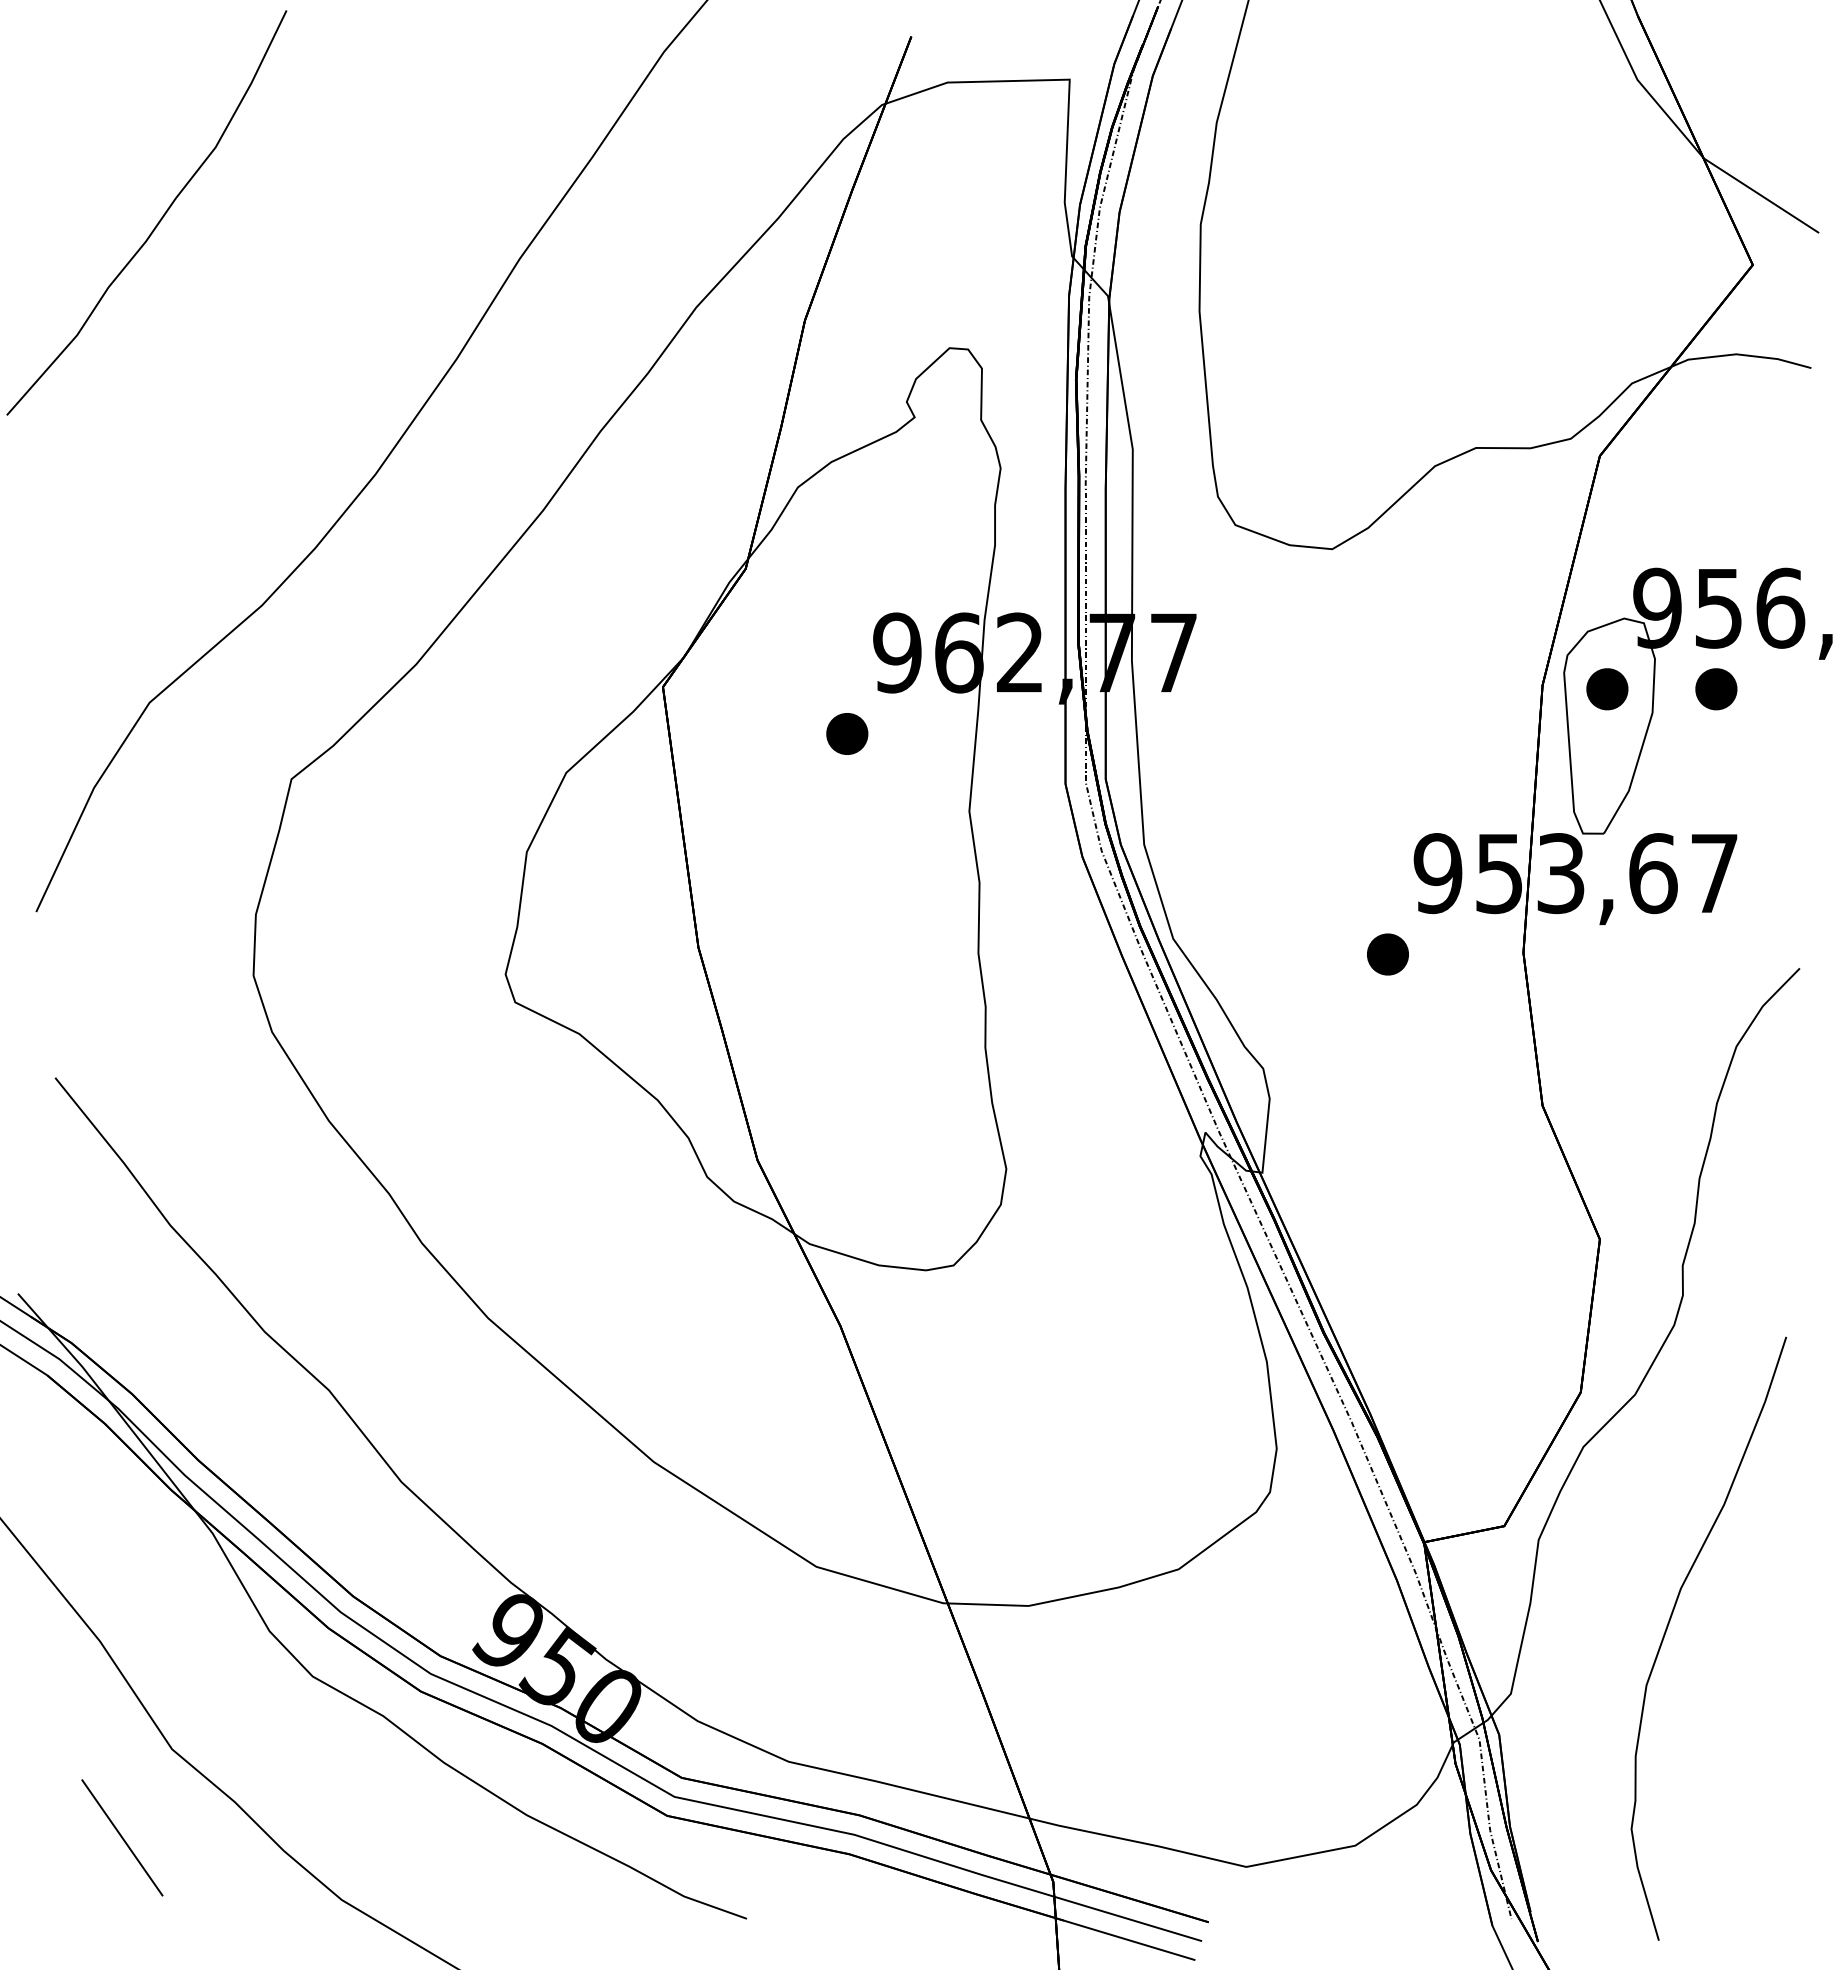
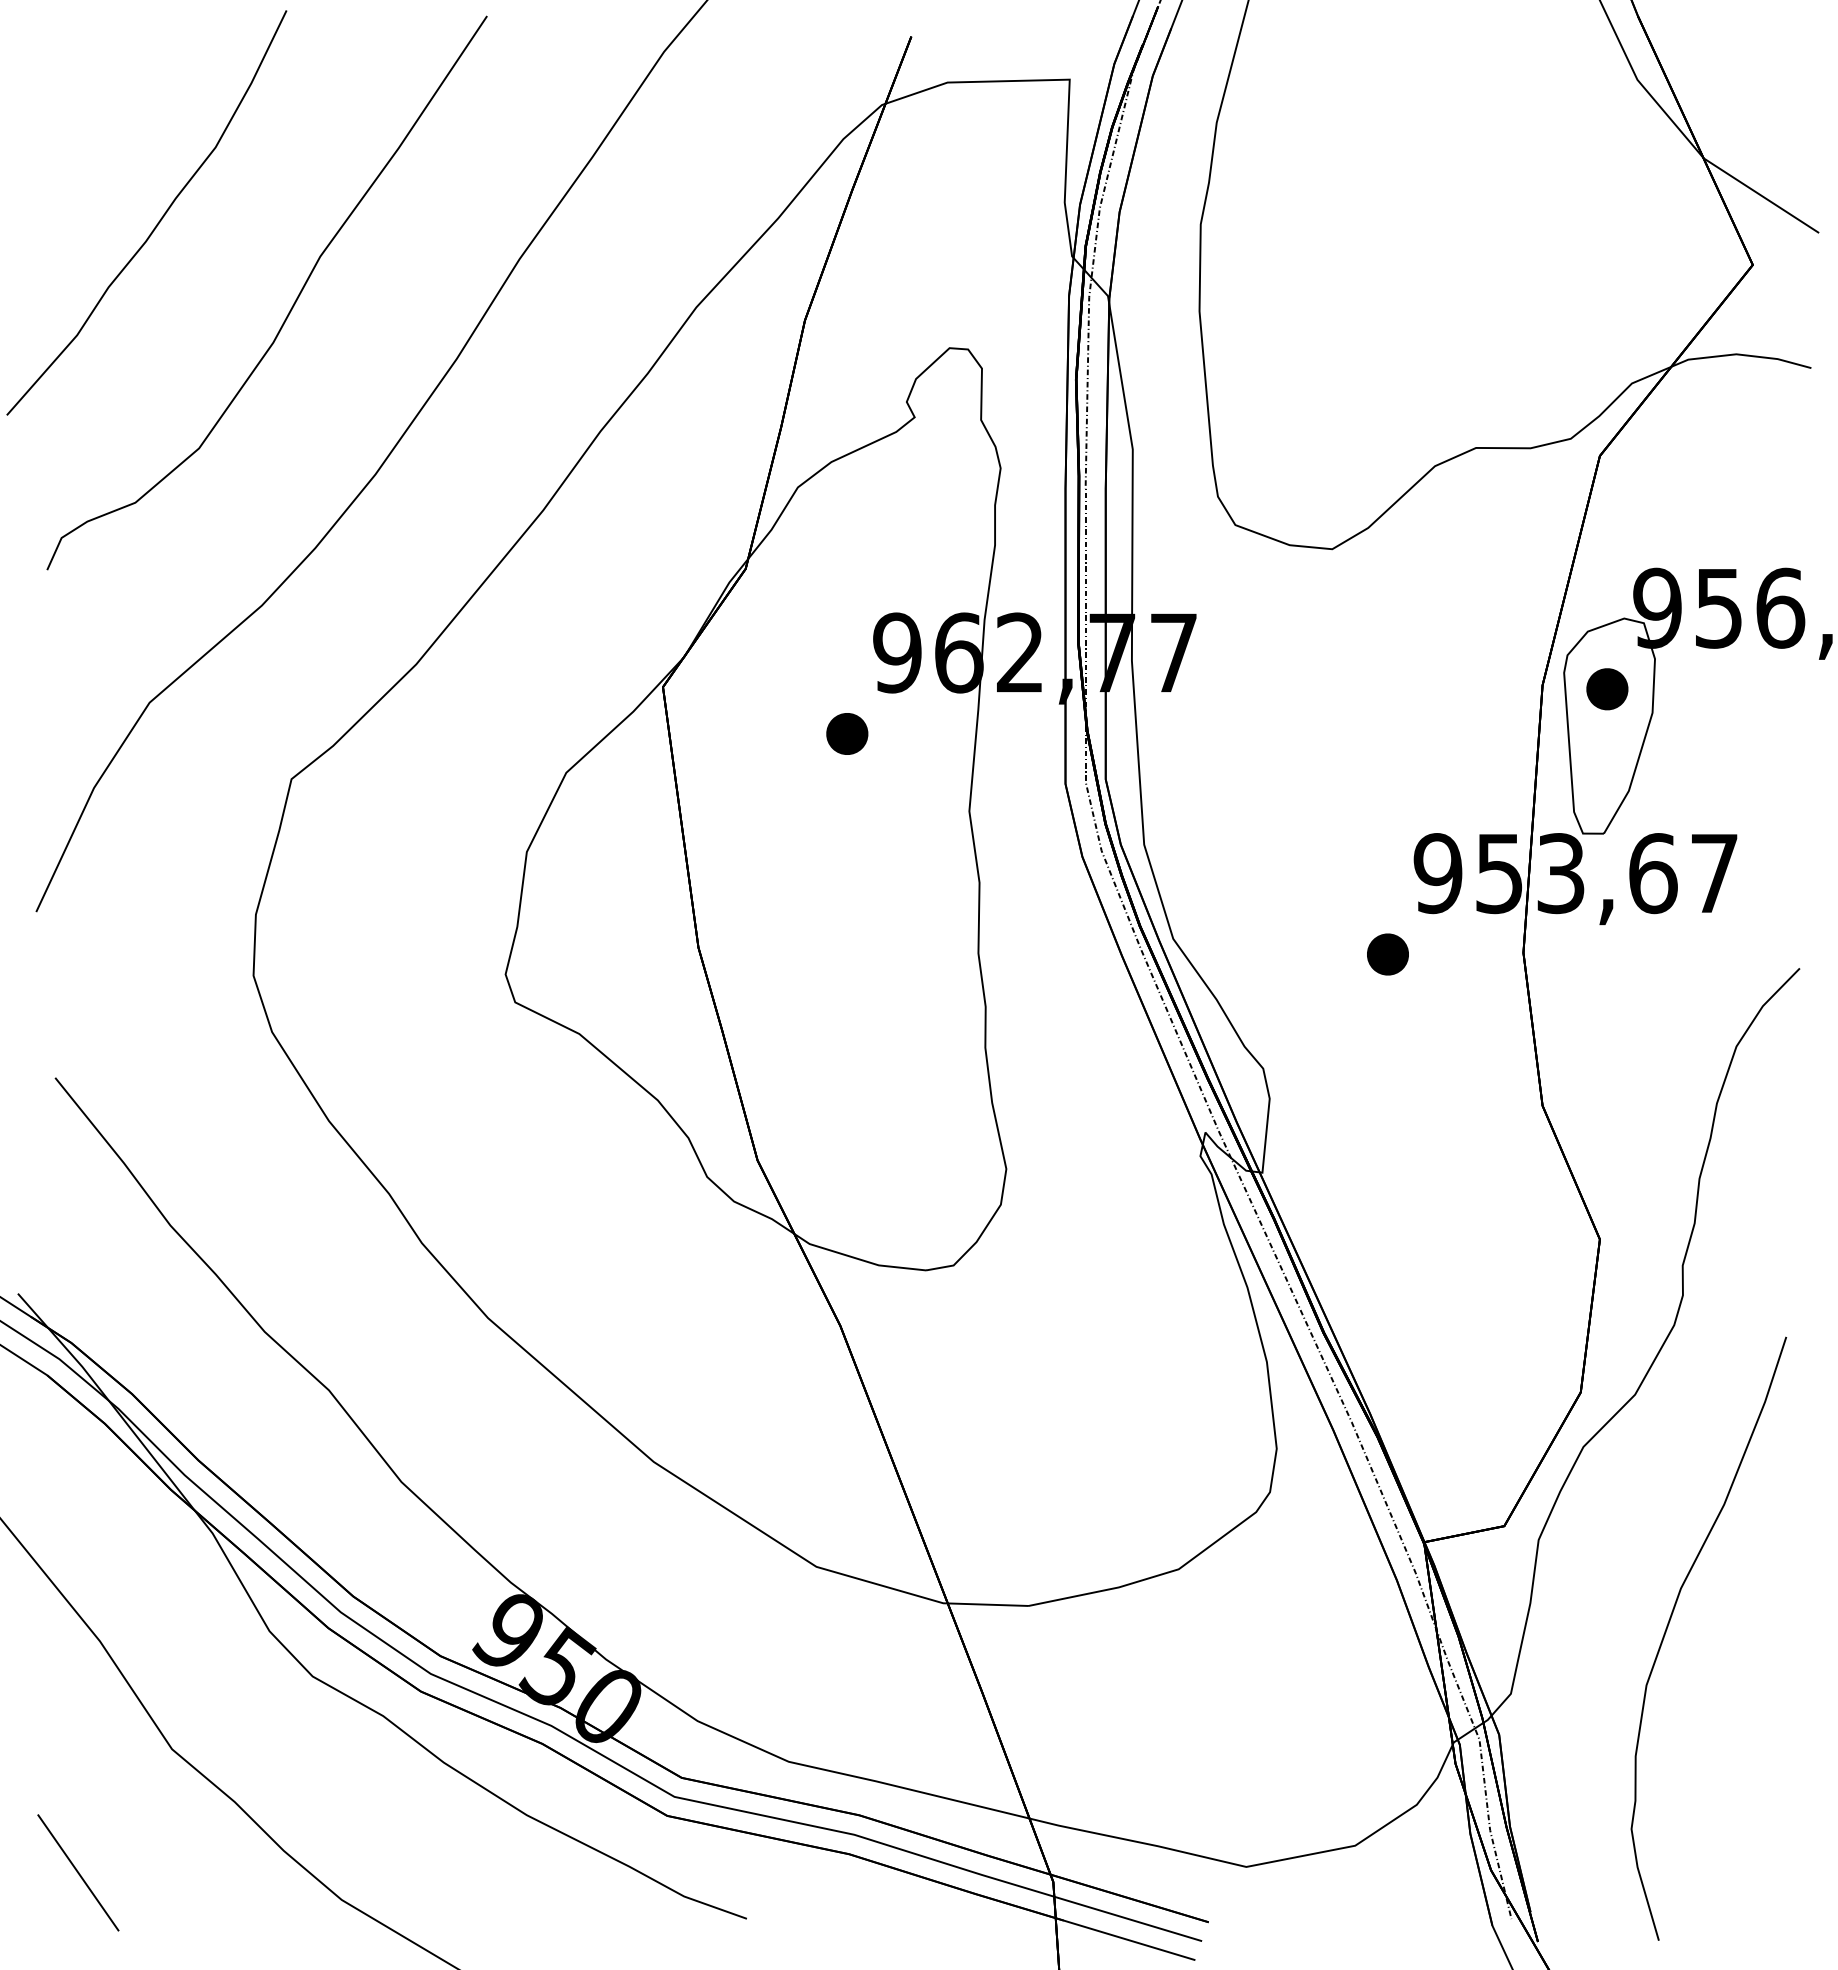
curve at (290, 308): none -> present
part at (1716, 689): present -> none
line at (122, 1837) position: (122, 1837) -> (78, 1872)
